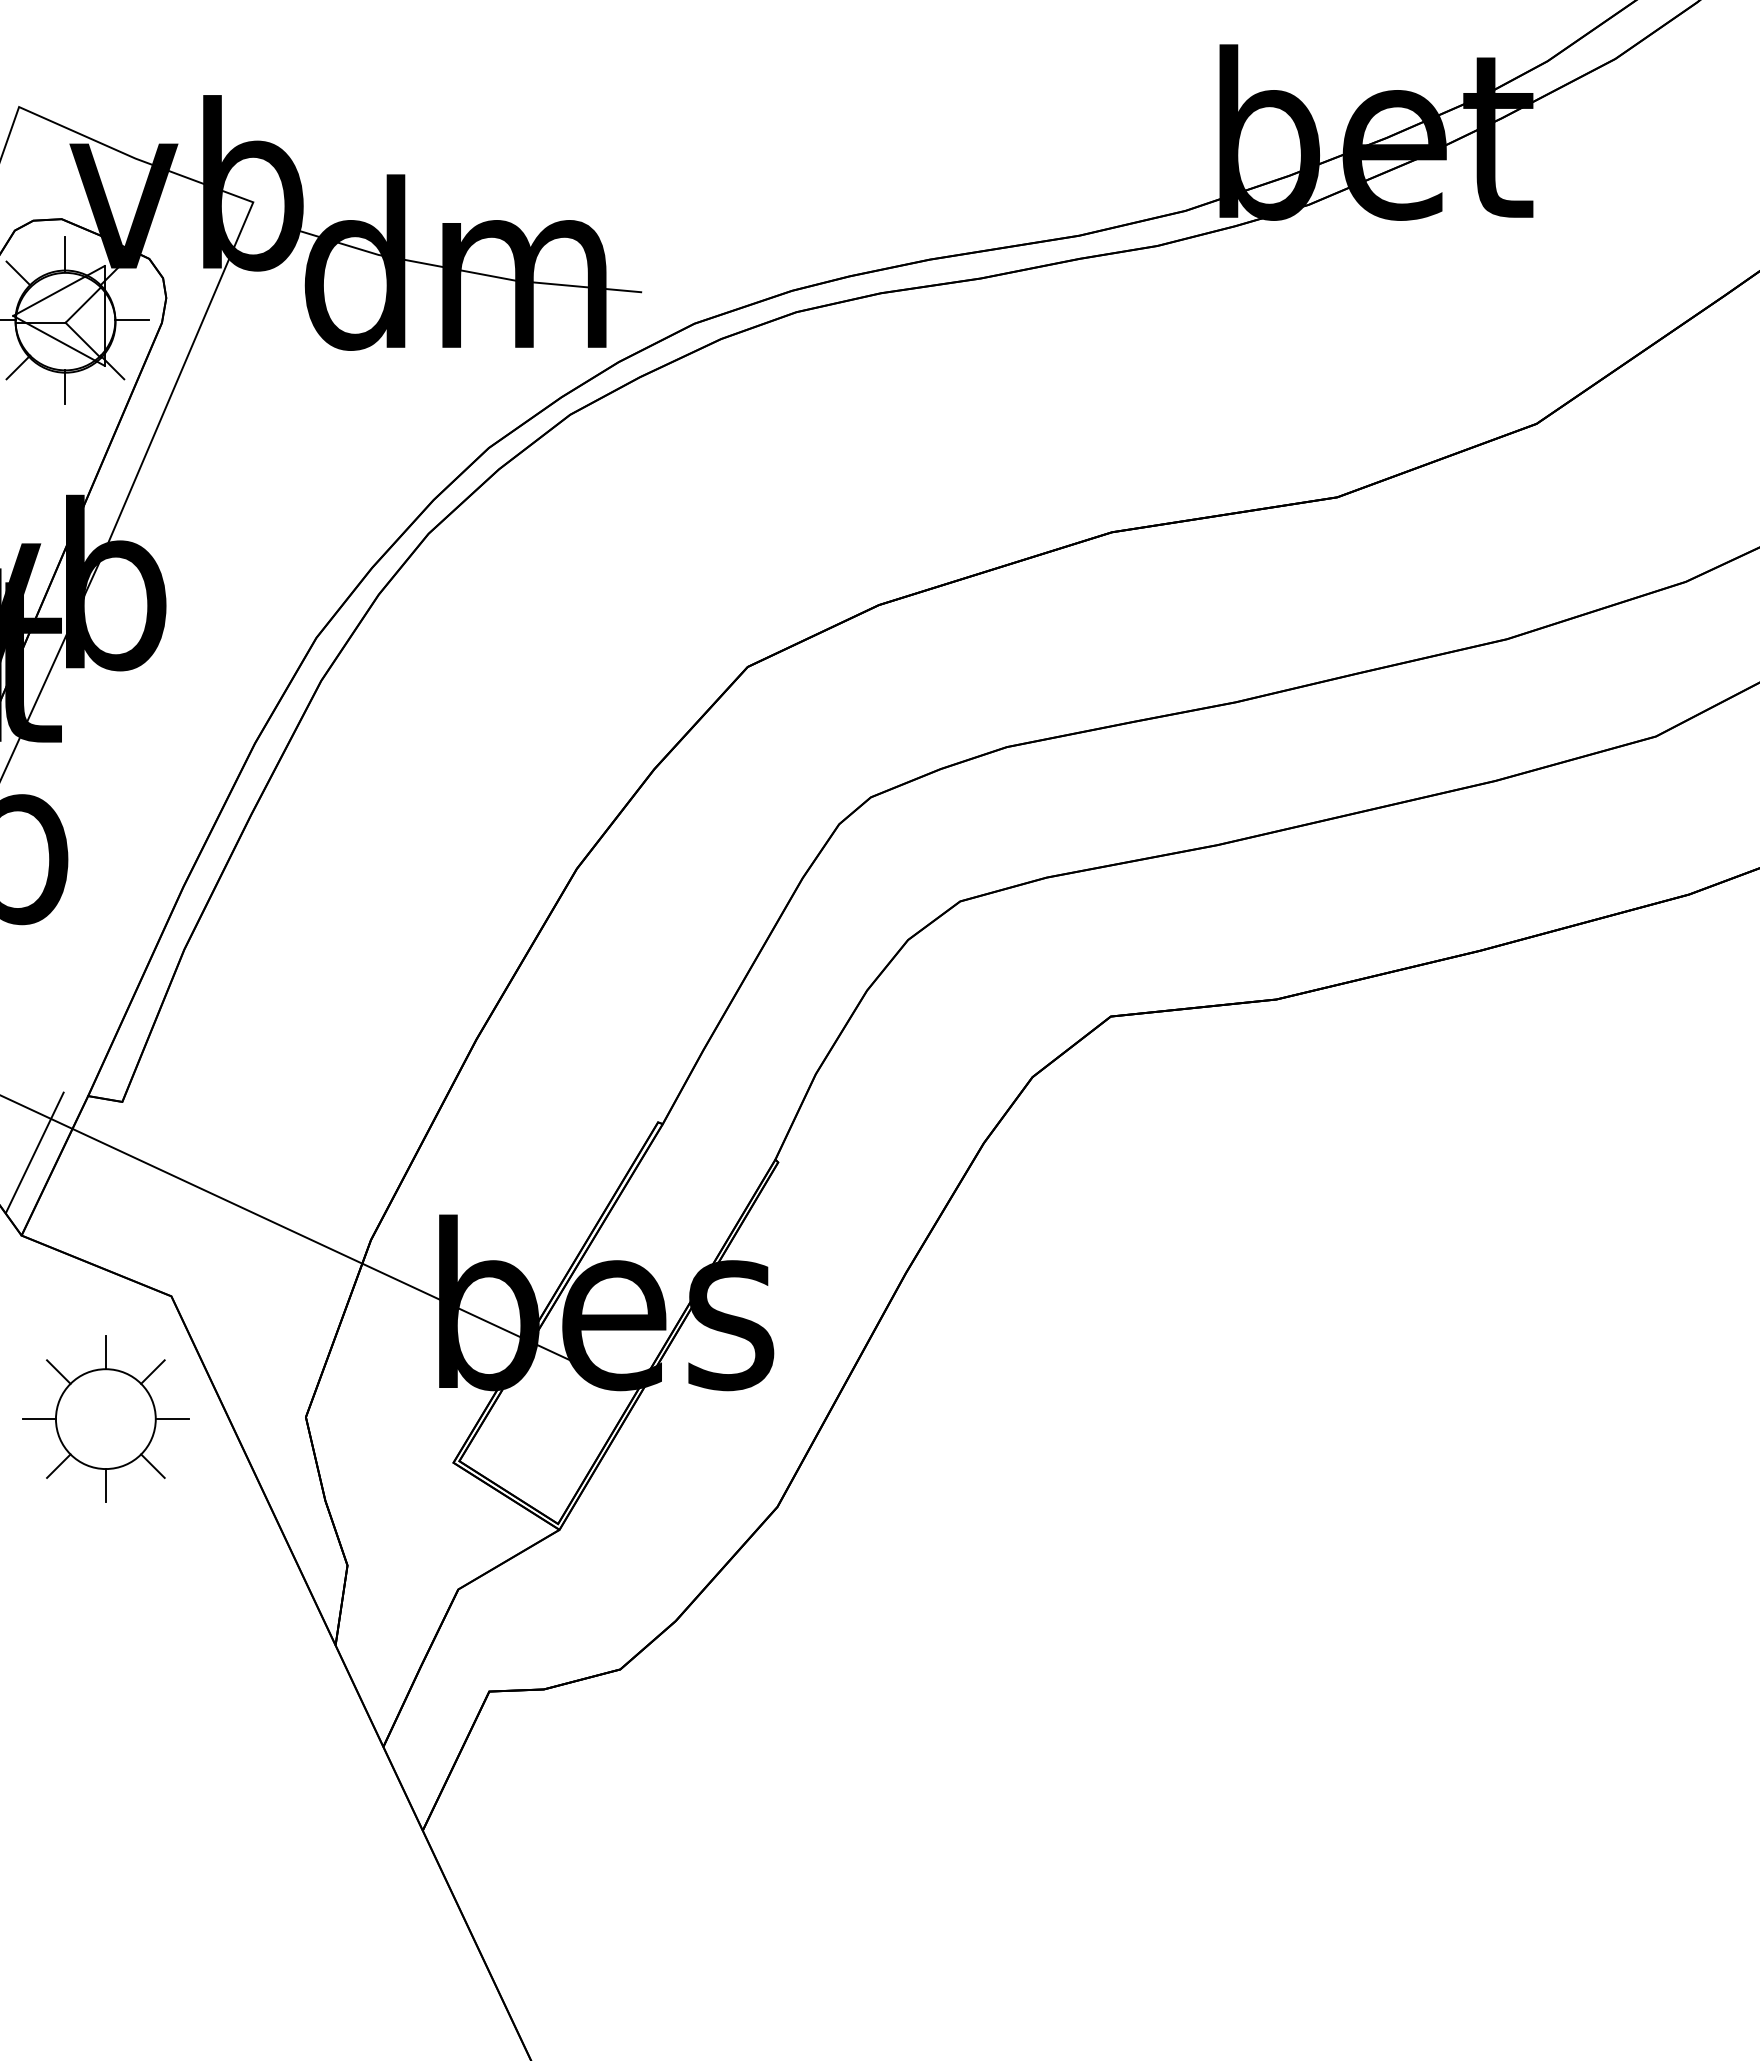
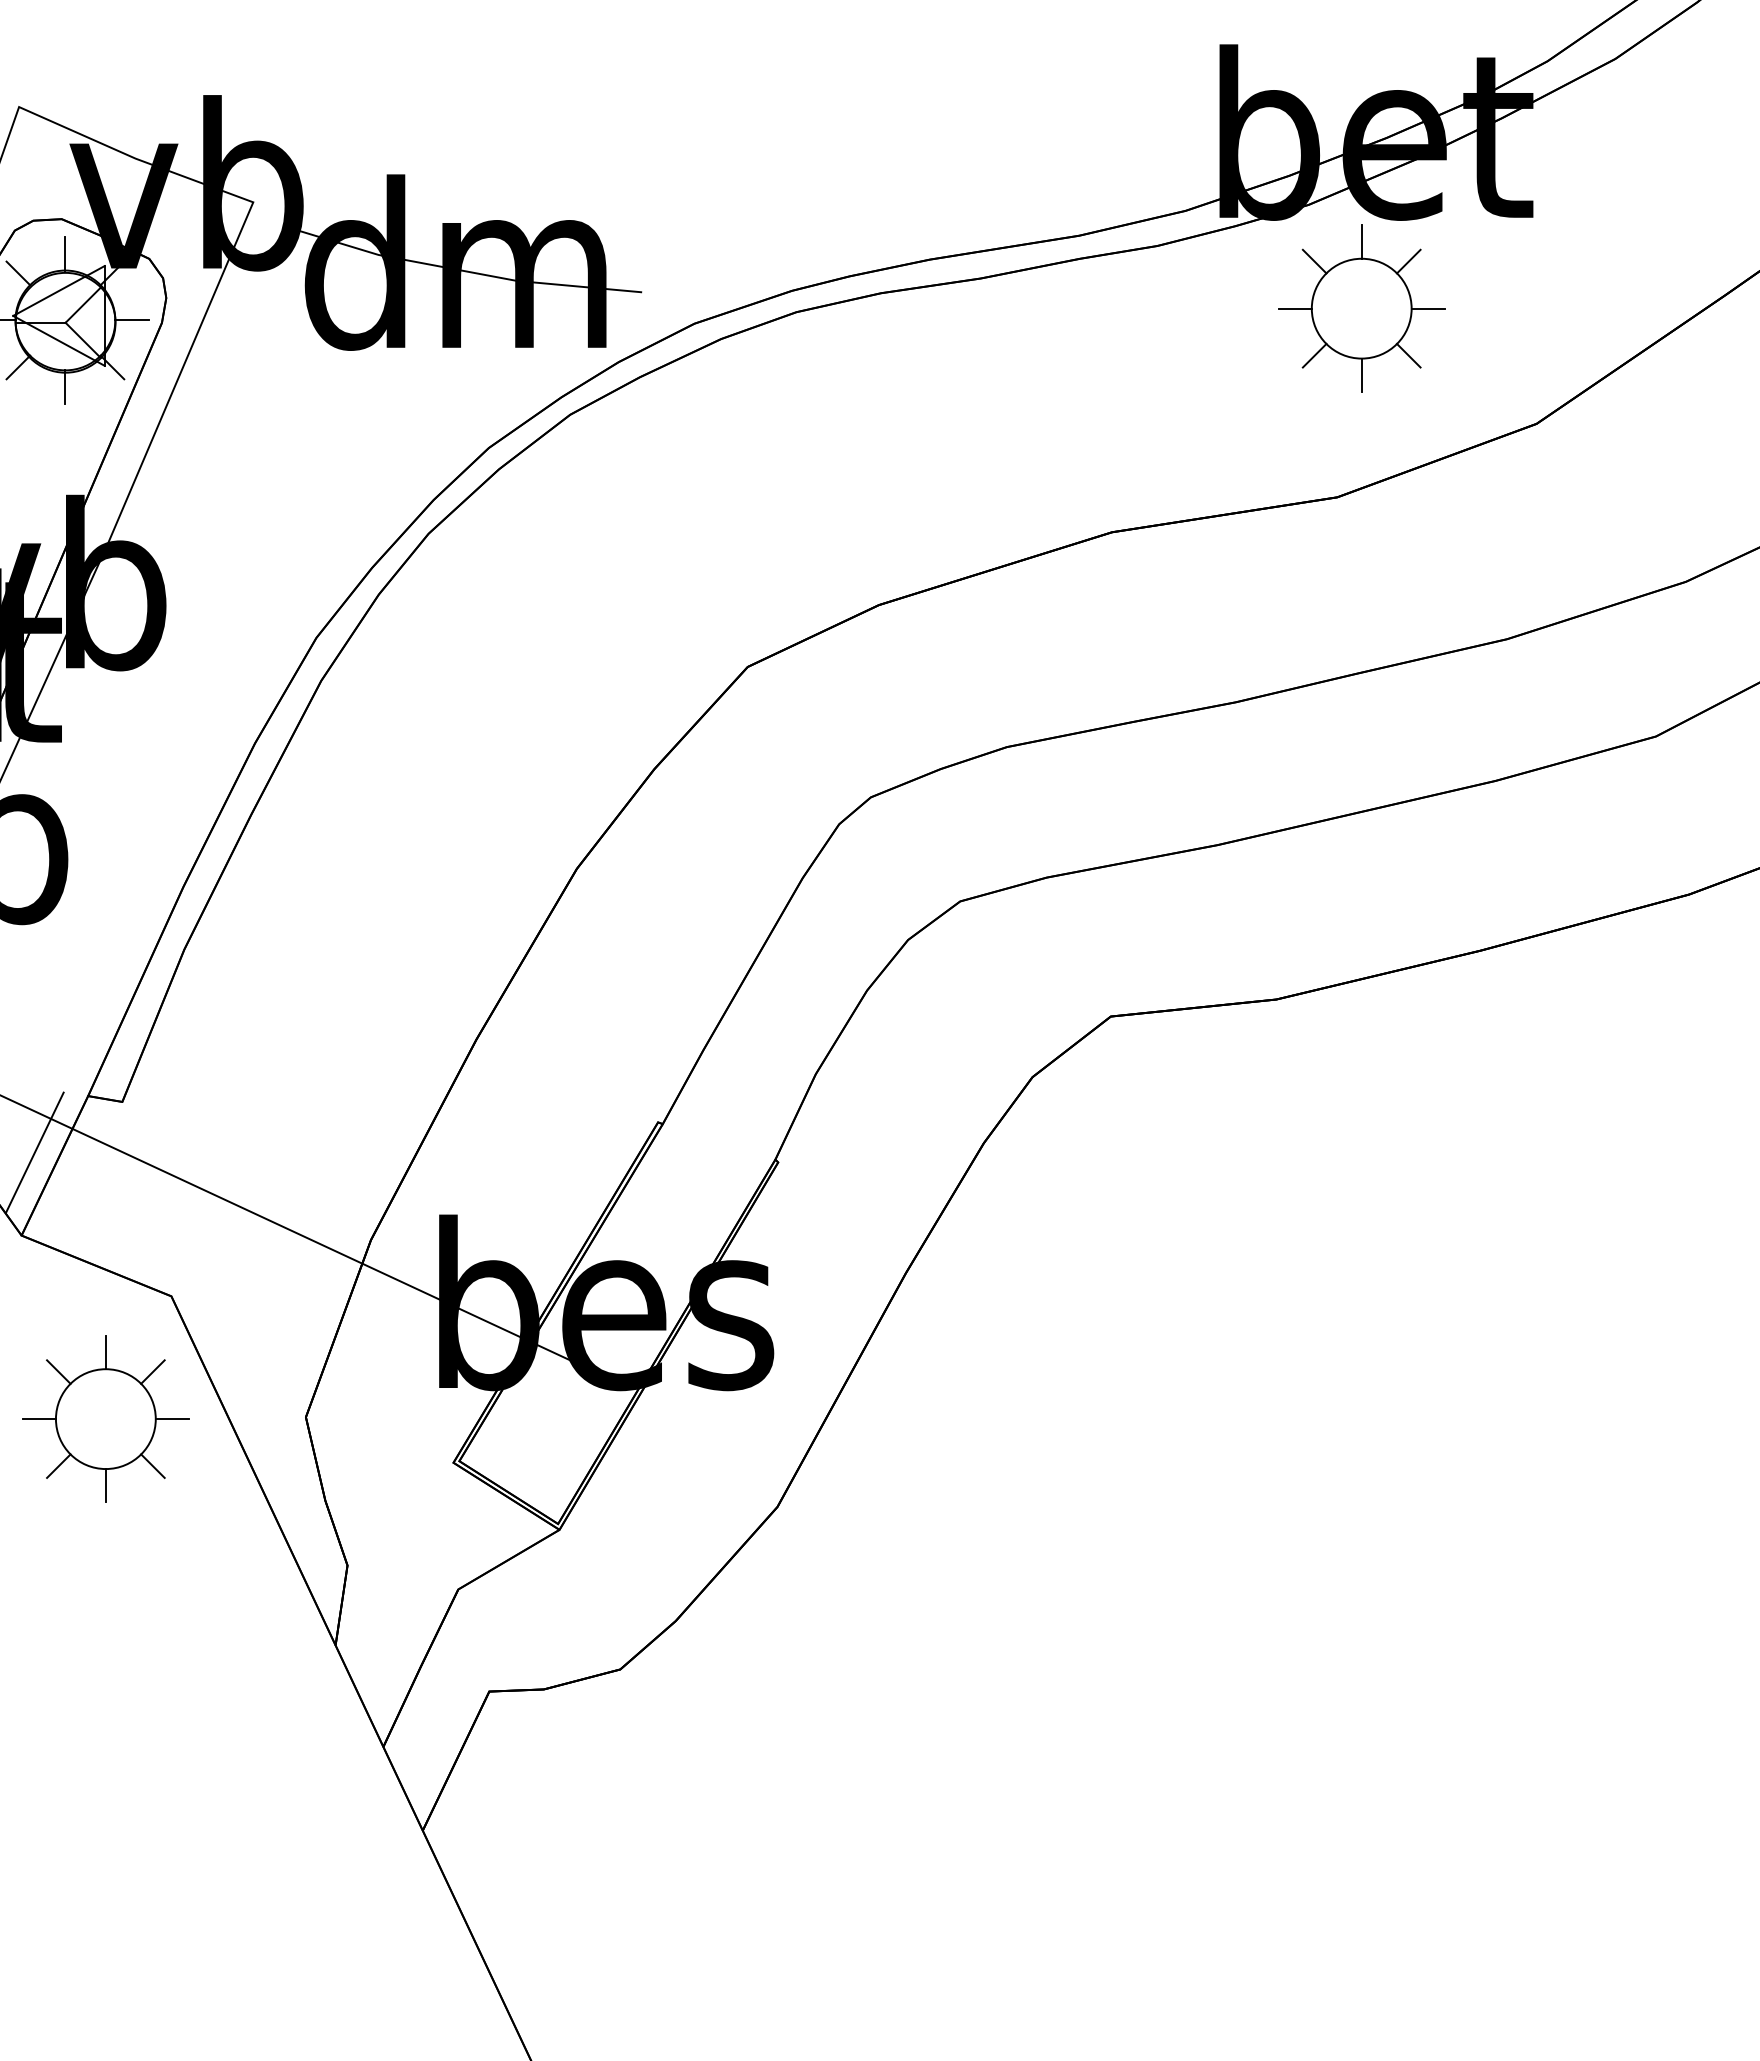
part at (1361, 308): none -> present
